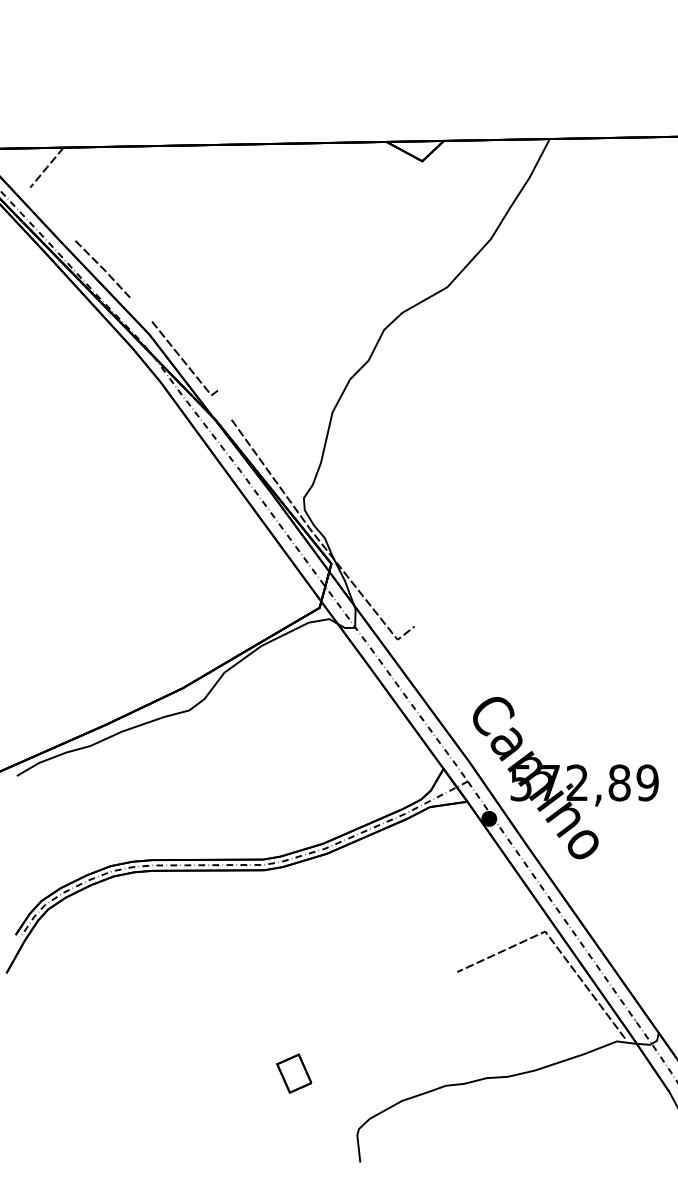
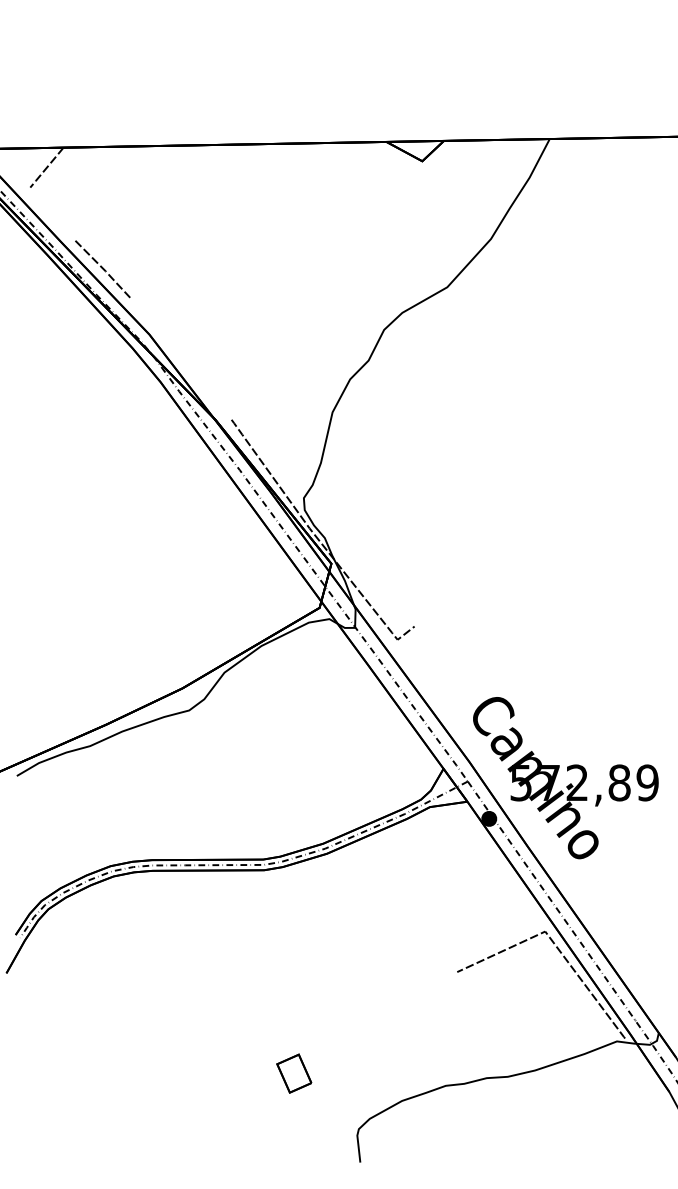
line at (183, 359): present -> none
